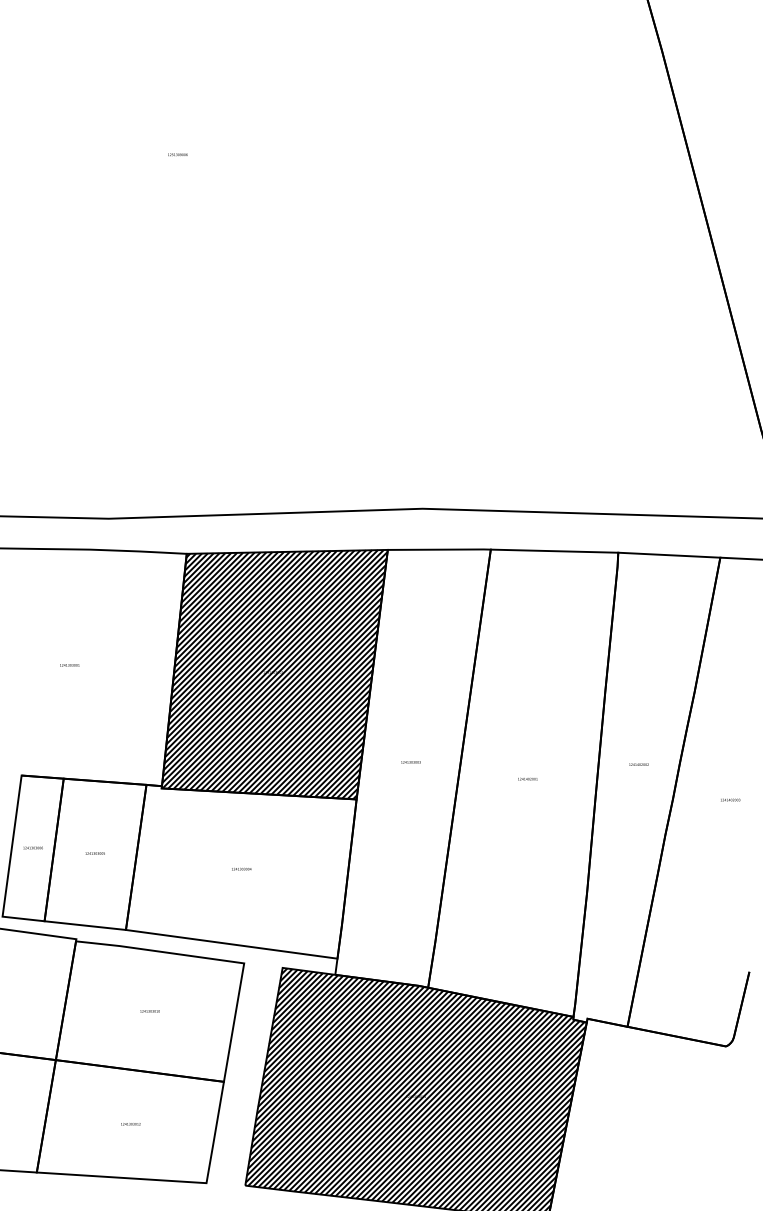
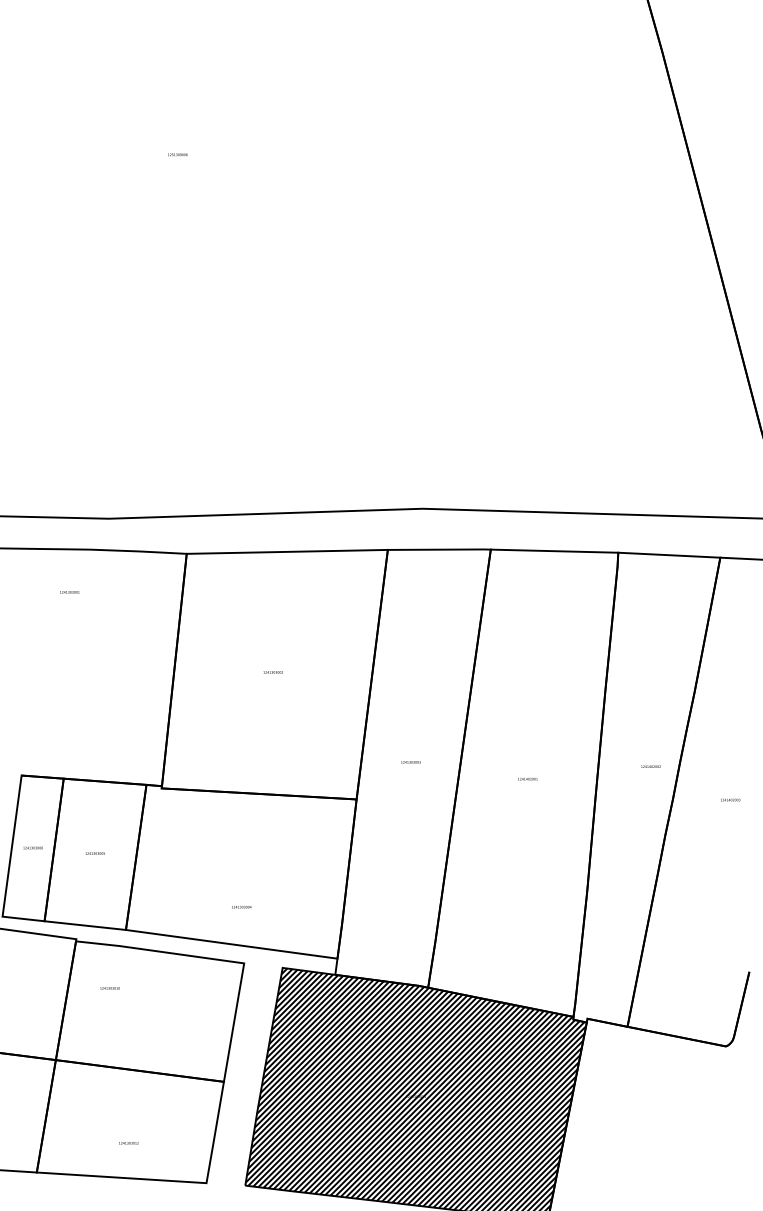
text at (69, 665) position: (69, 665) -> (69, 592)
hatch at (274, 674): present -> none
text at (638, 764) position: (638, 764) -> (650, 766)
text at (241, 869) position: (241, 869) -> (241, 907)
text at (149, 1011) position: (149, 1011) -> (109, 988)
text at (130, 1124) position: (130, 1124) -> (128, 1143)
